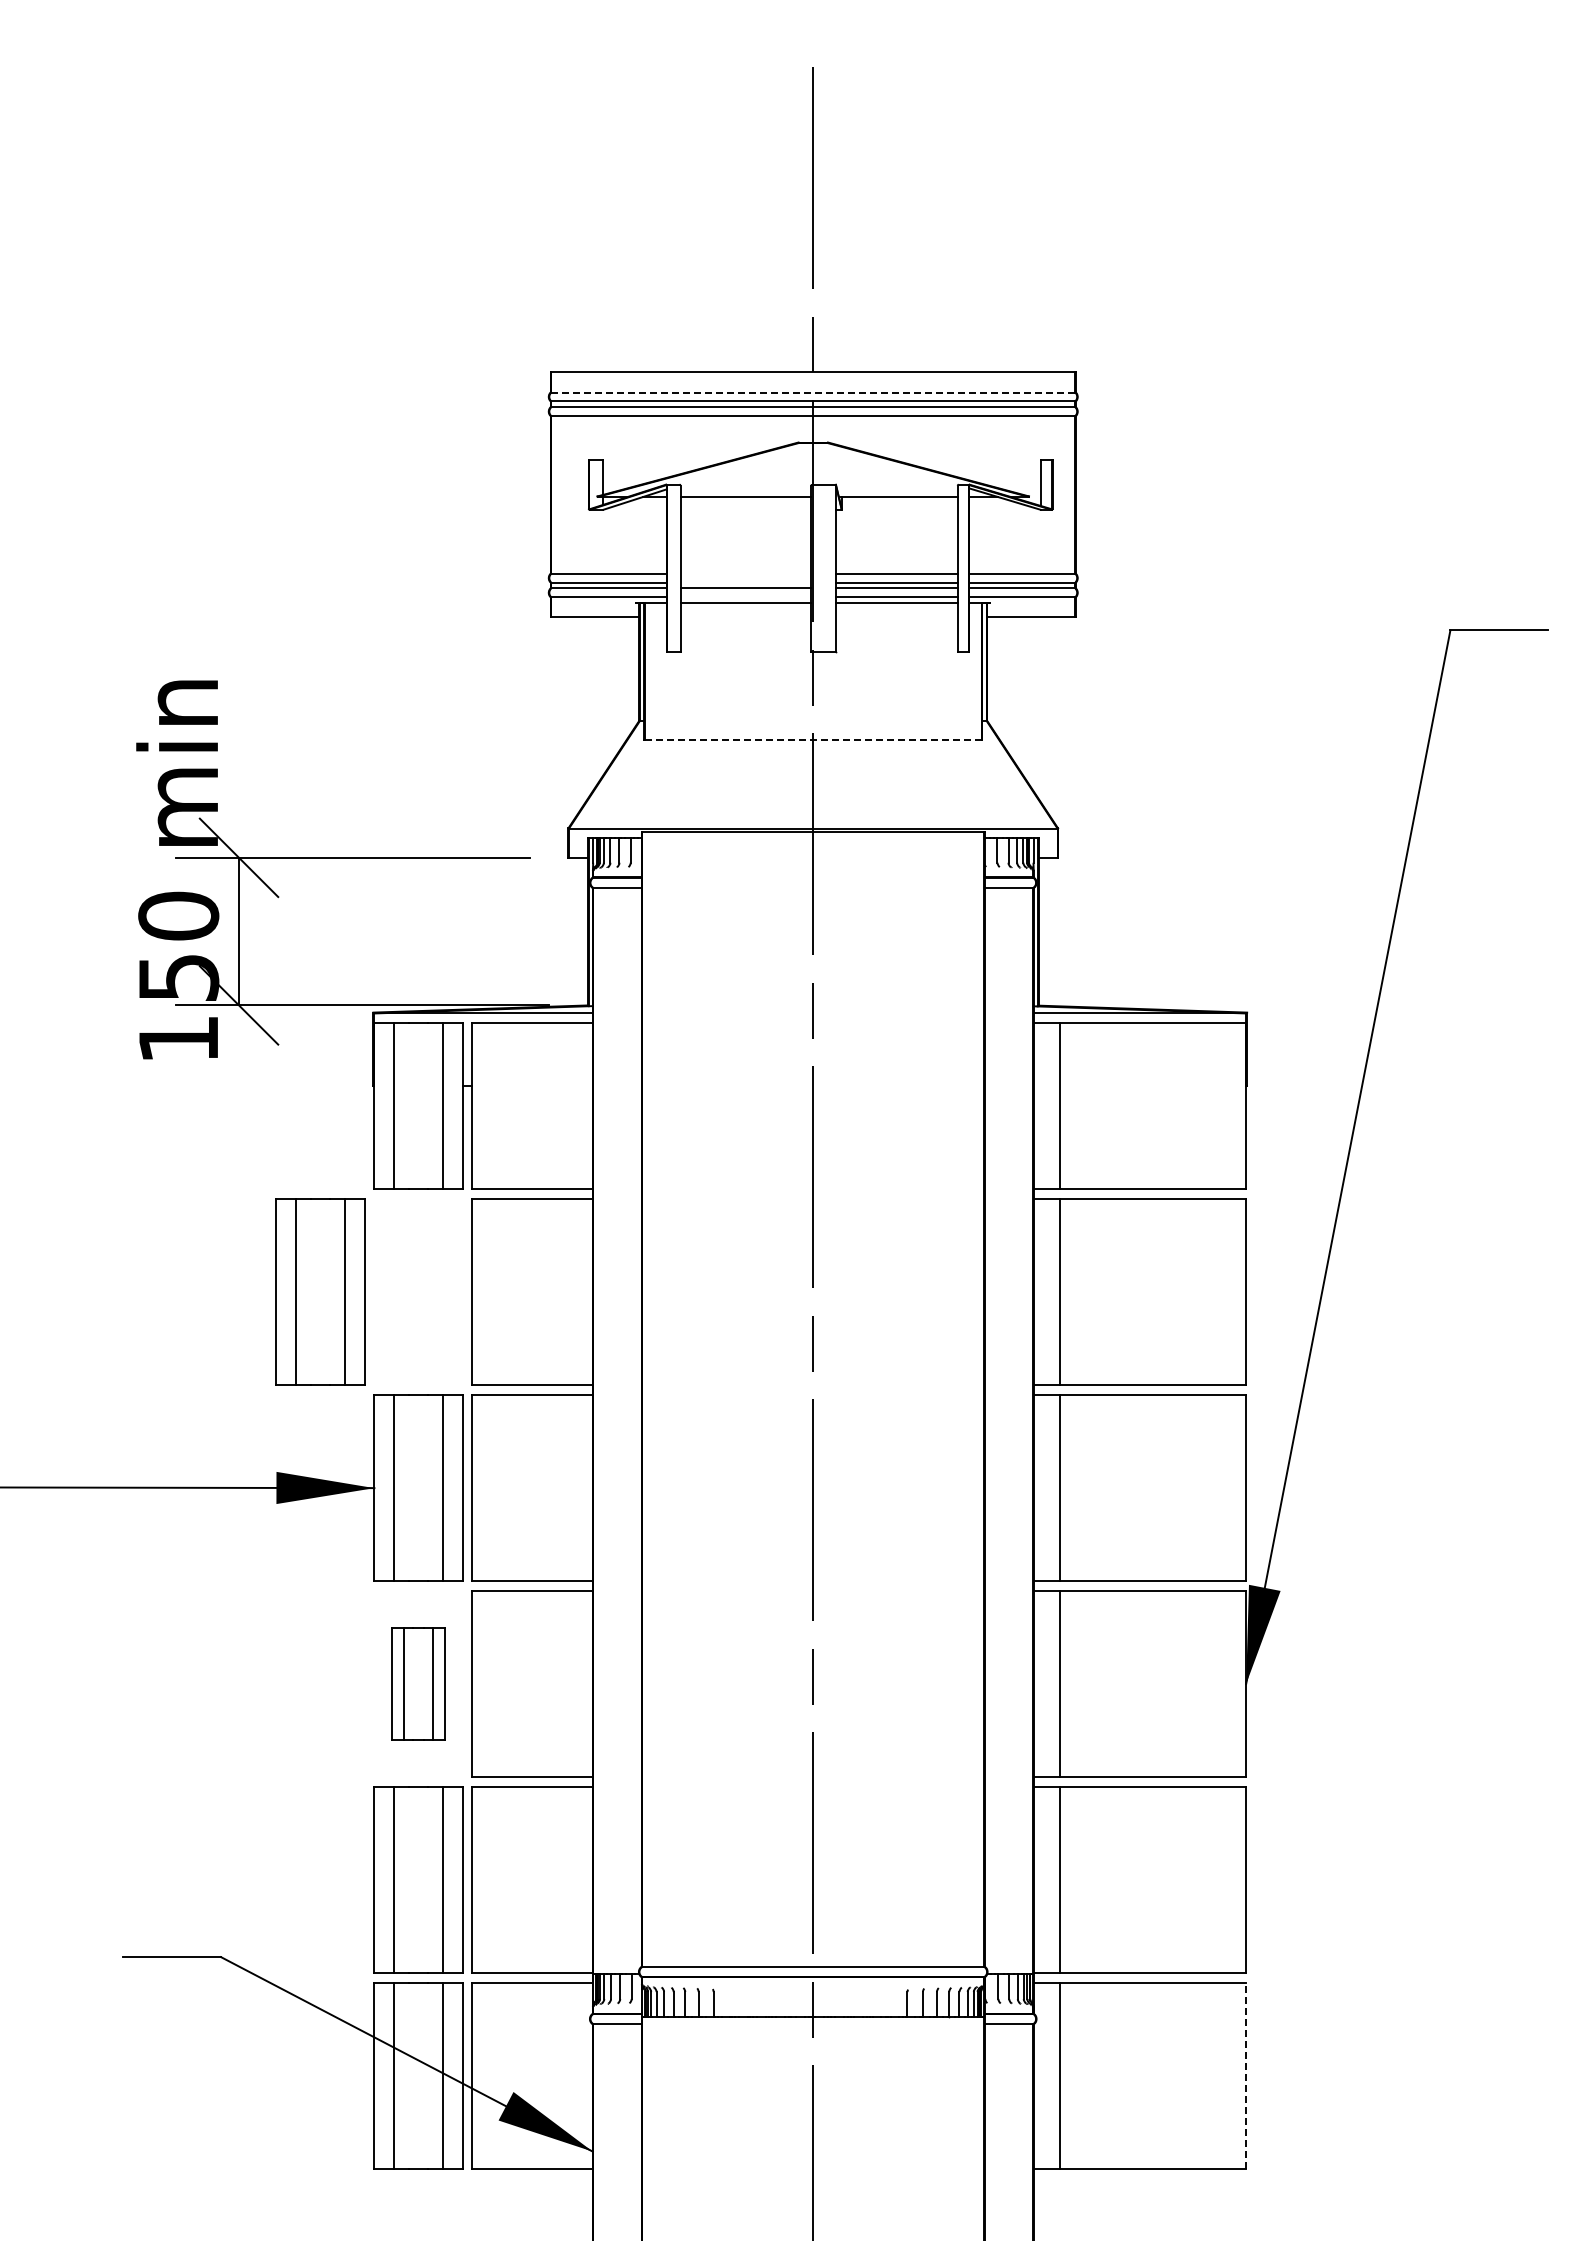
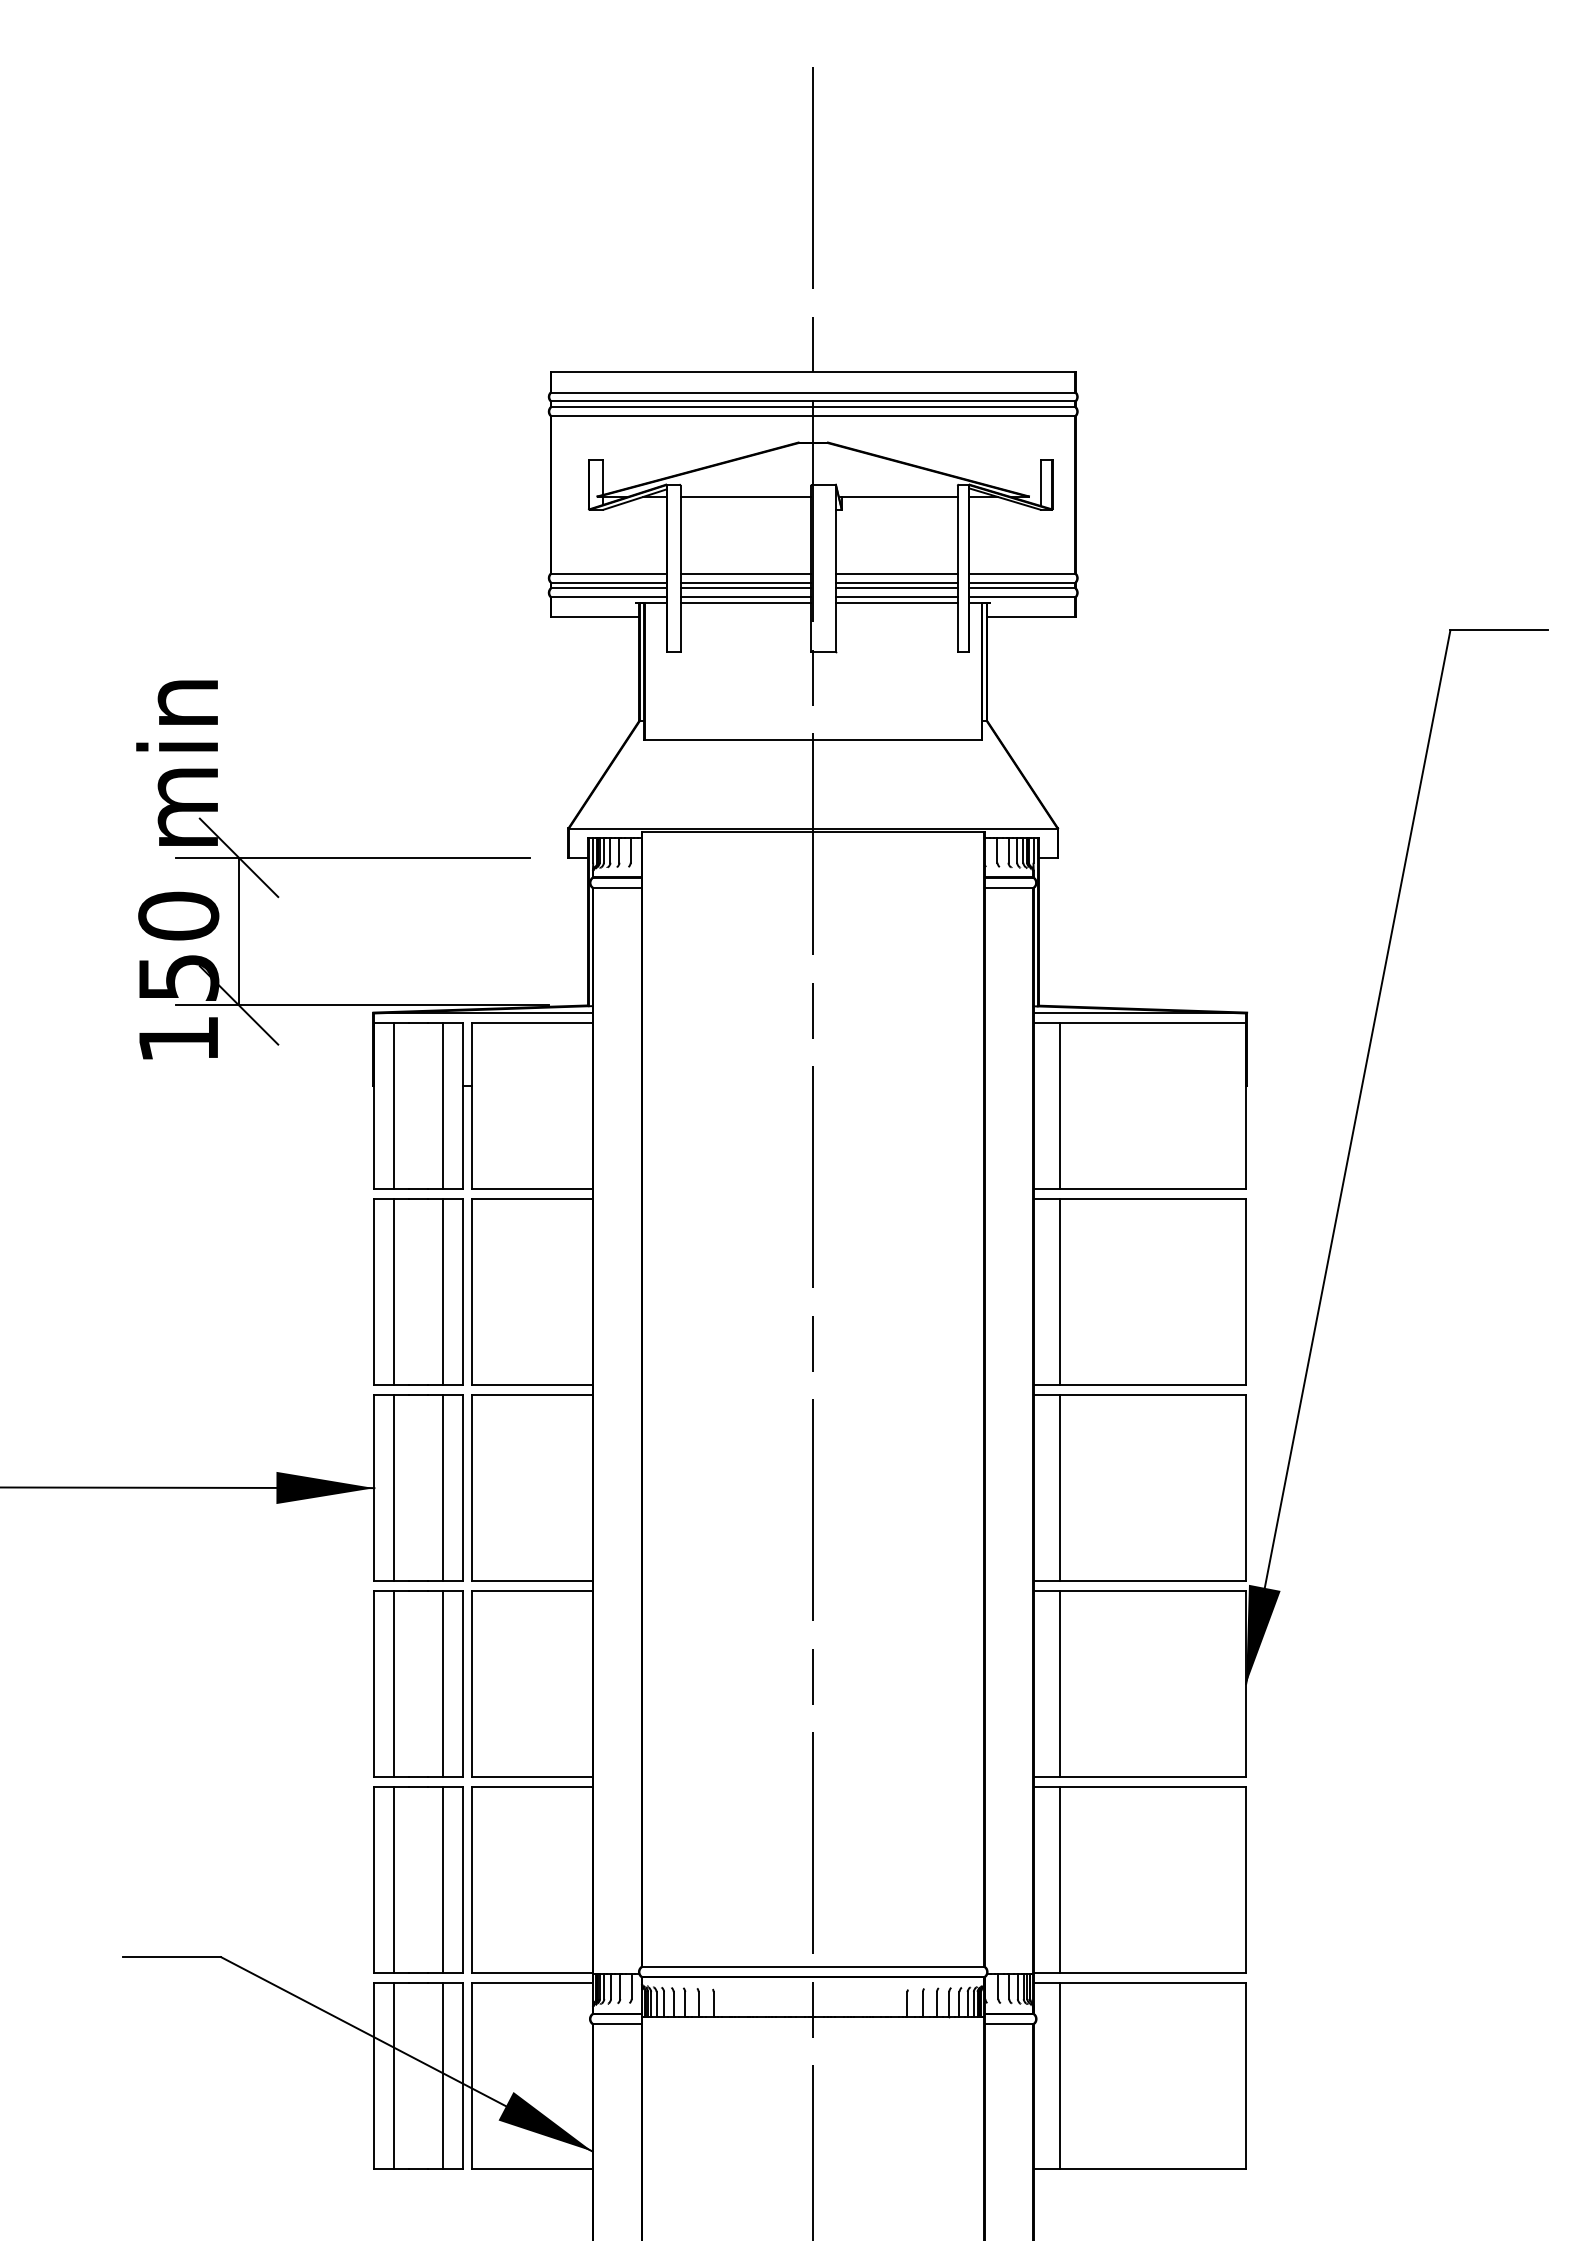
line at (813, 392): dashed -> solid
line at (745, 573): none -> present
line at (745, 582): none -> present
line at (745, 597): none -> present
line at (813, 739): dashed -> solid
part at (320, 1291) position: (320, 1291) -> (418, 1291)
part at (418, 1683) size: 55x114 px -> 91x188 px
line at (1246, 2075): dashed -> solid
